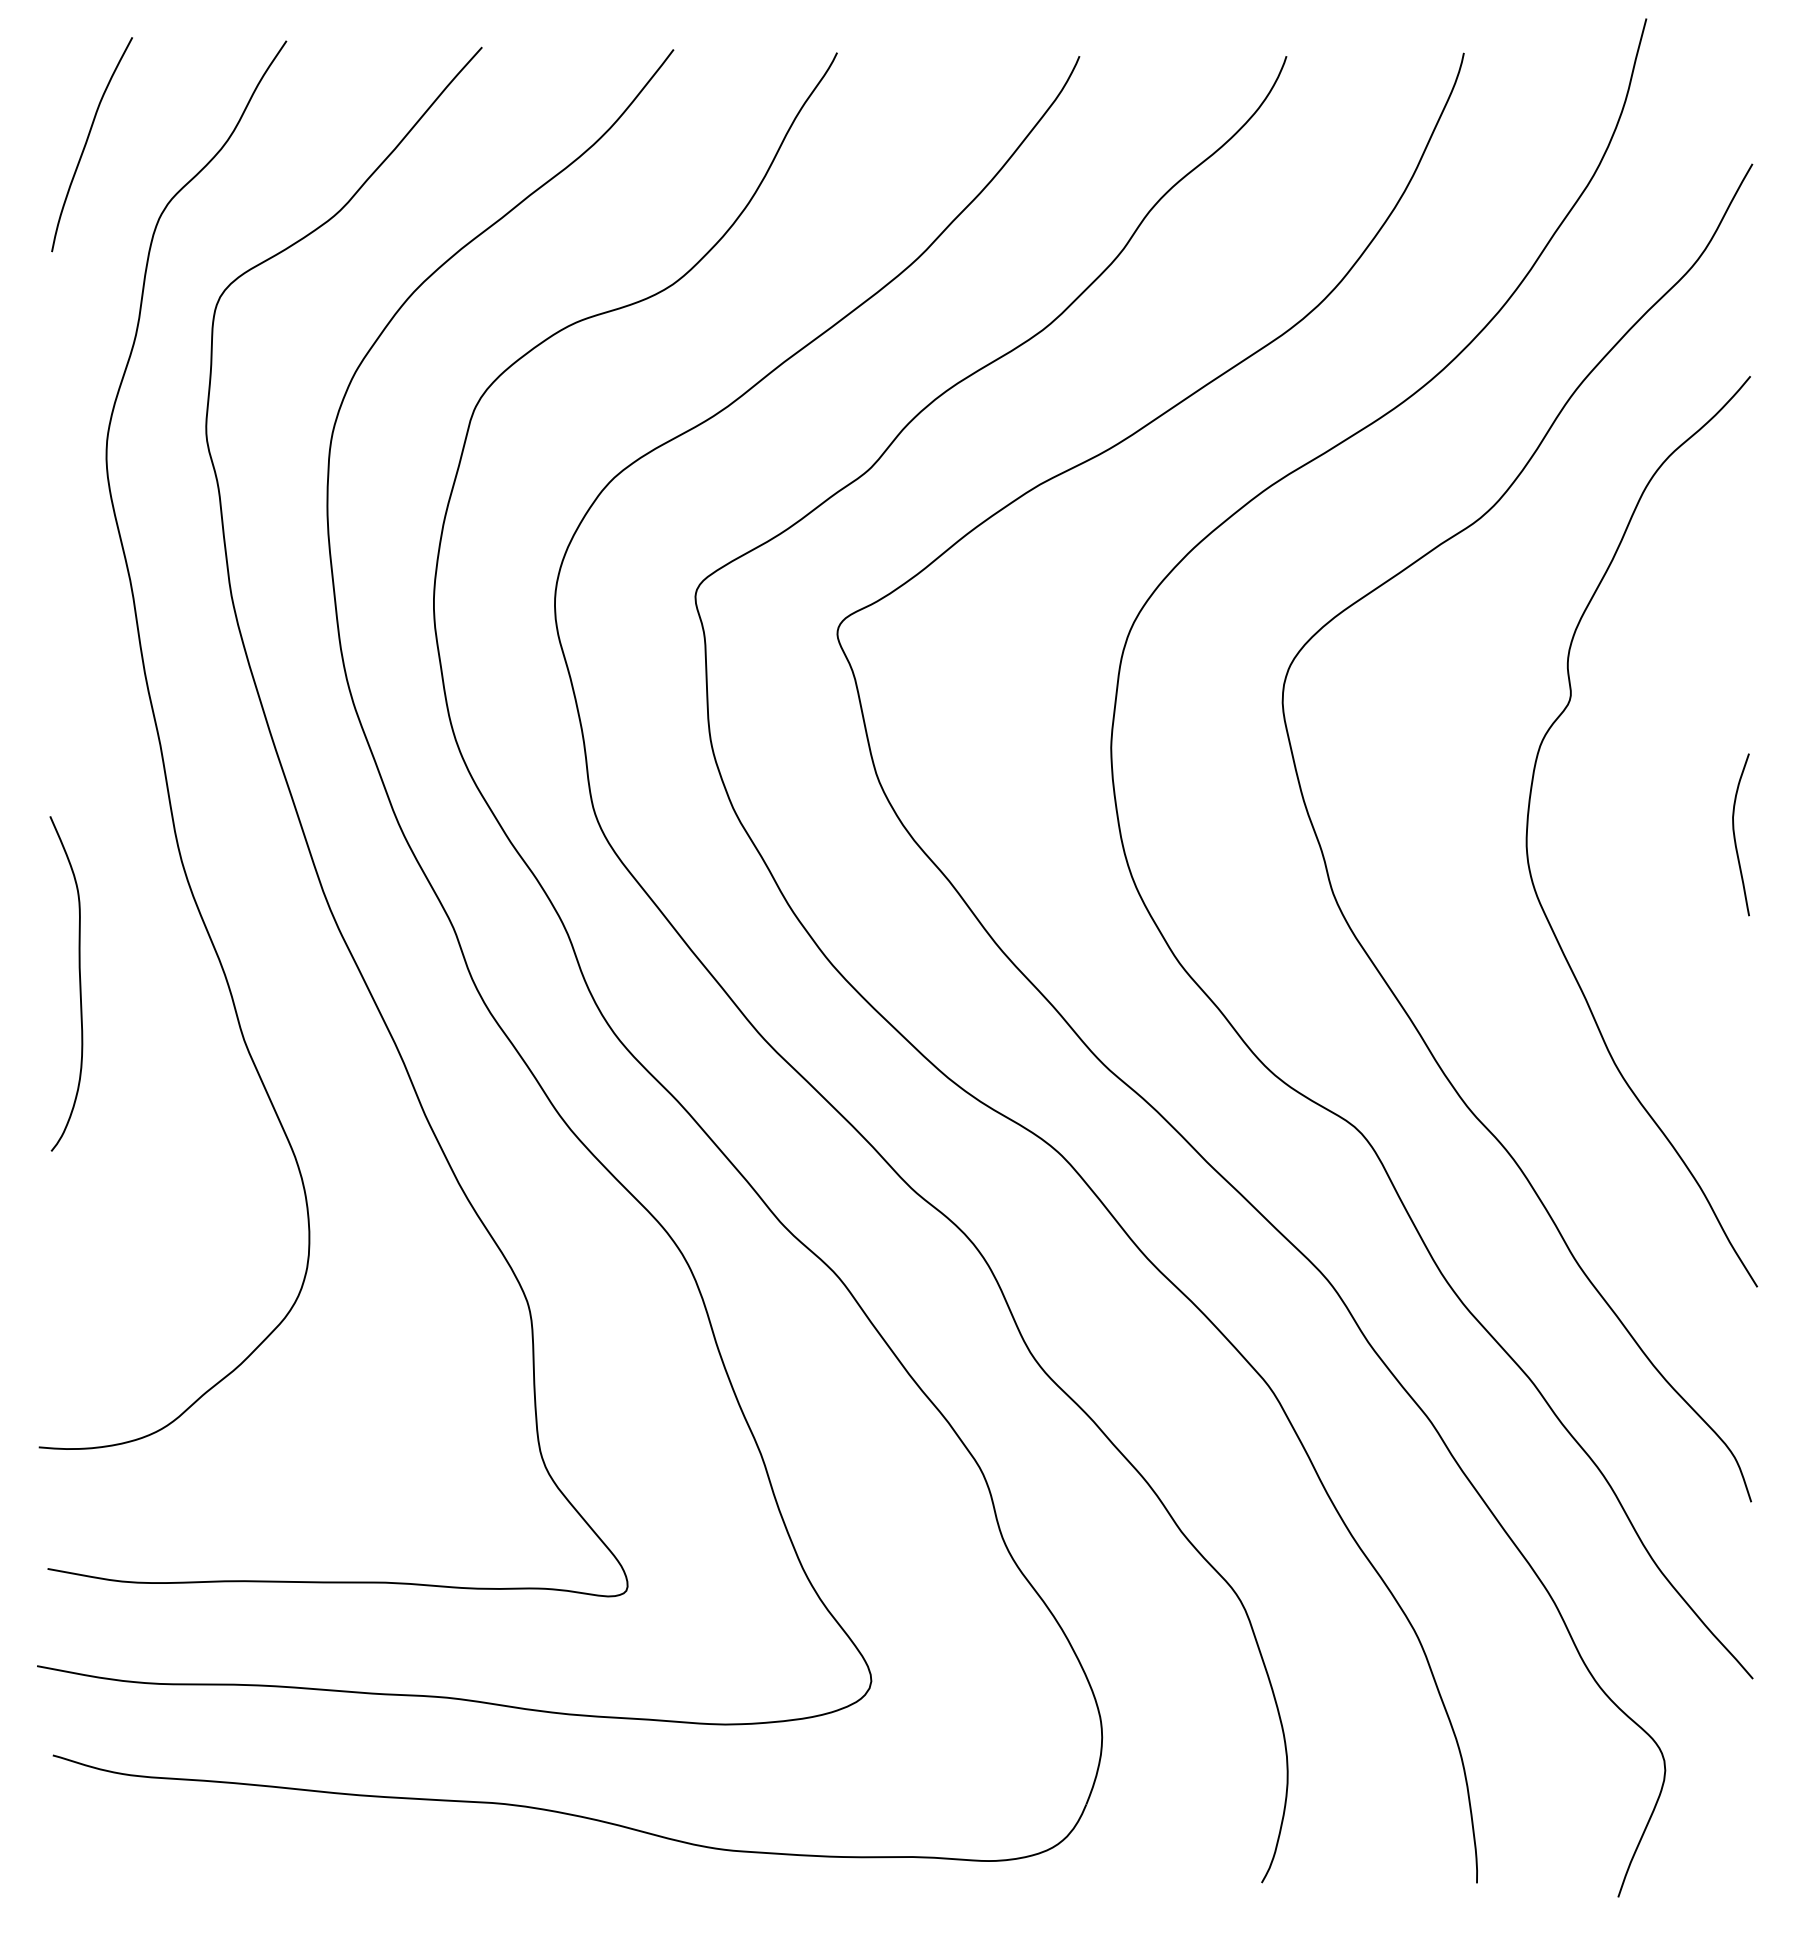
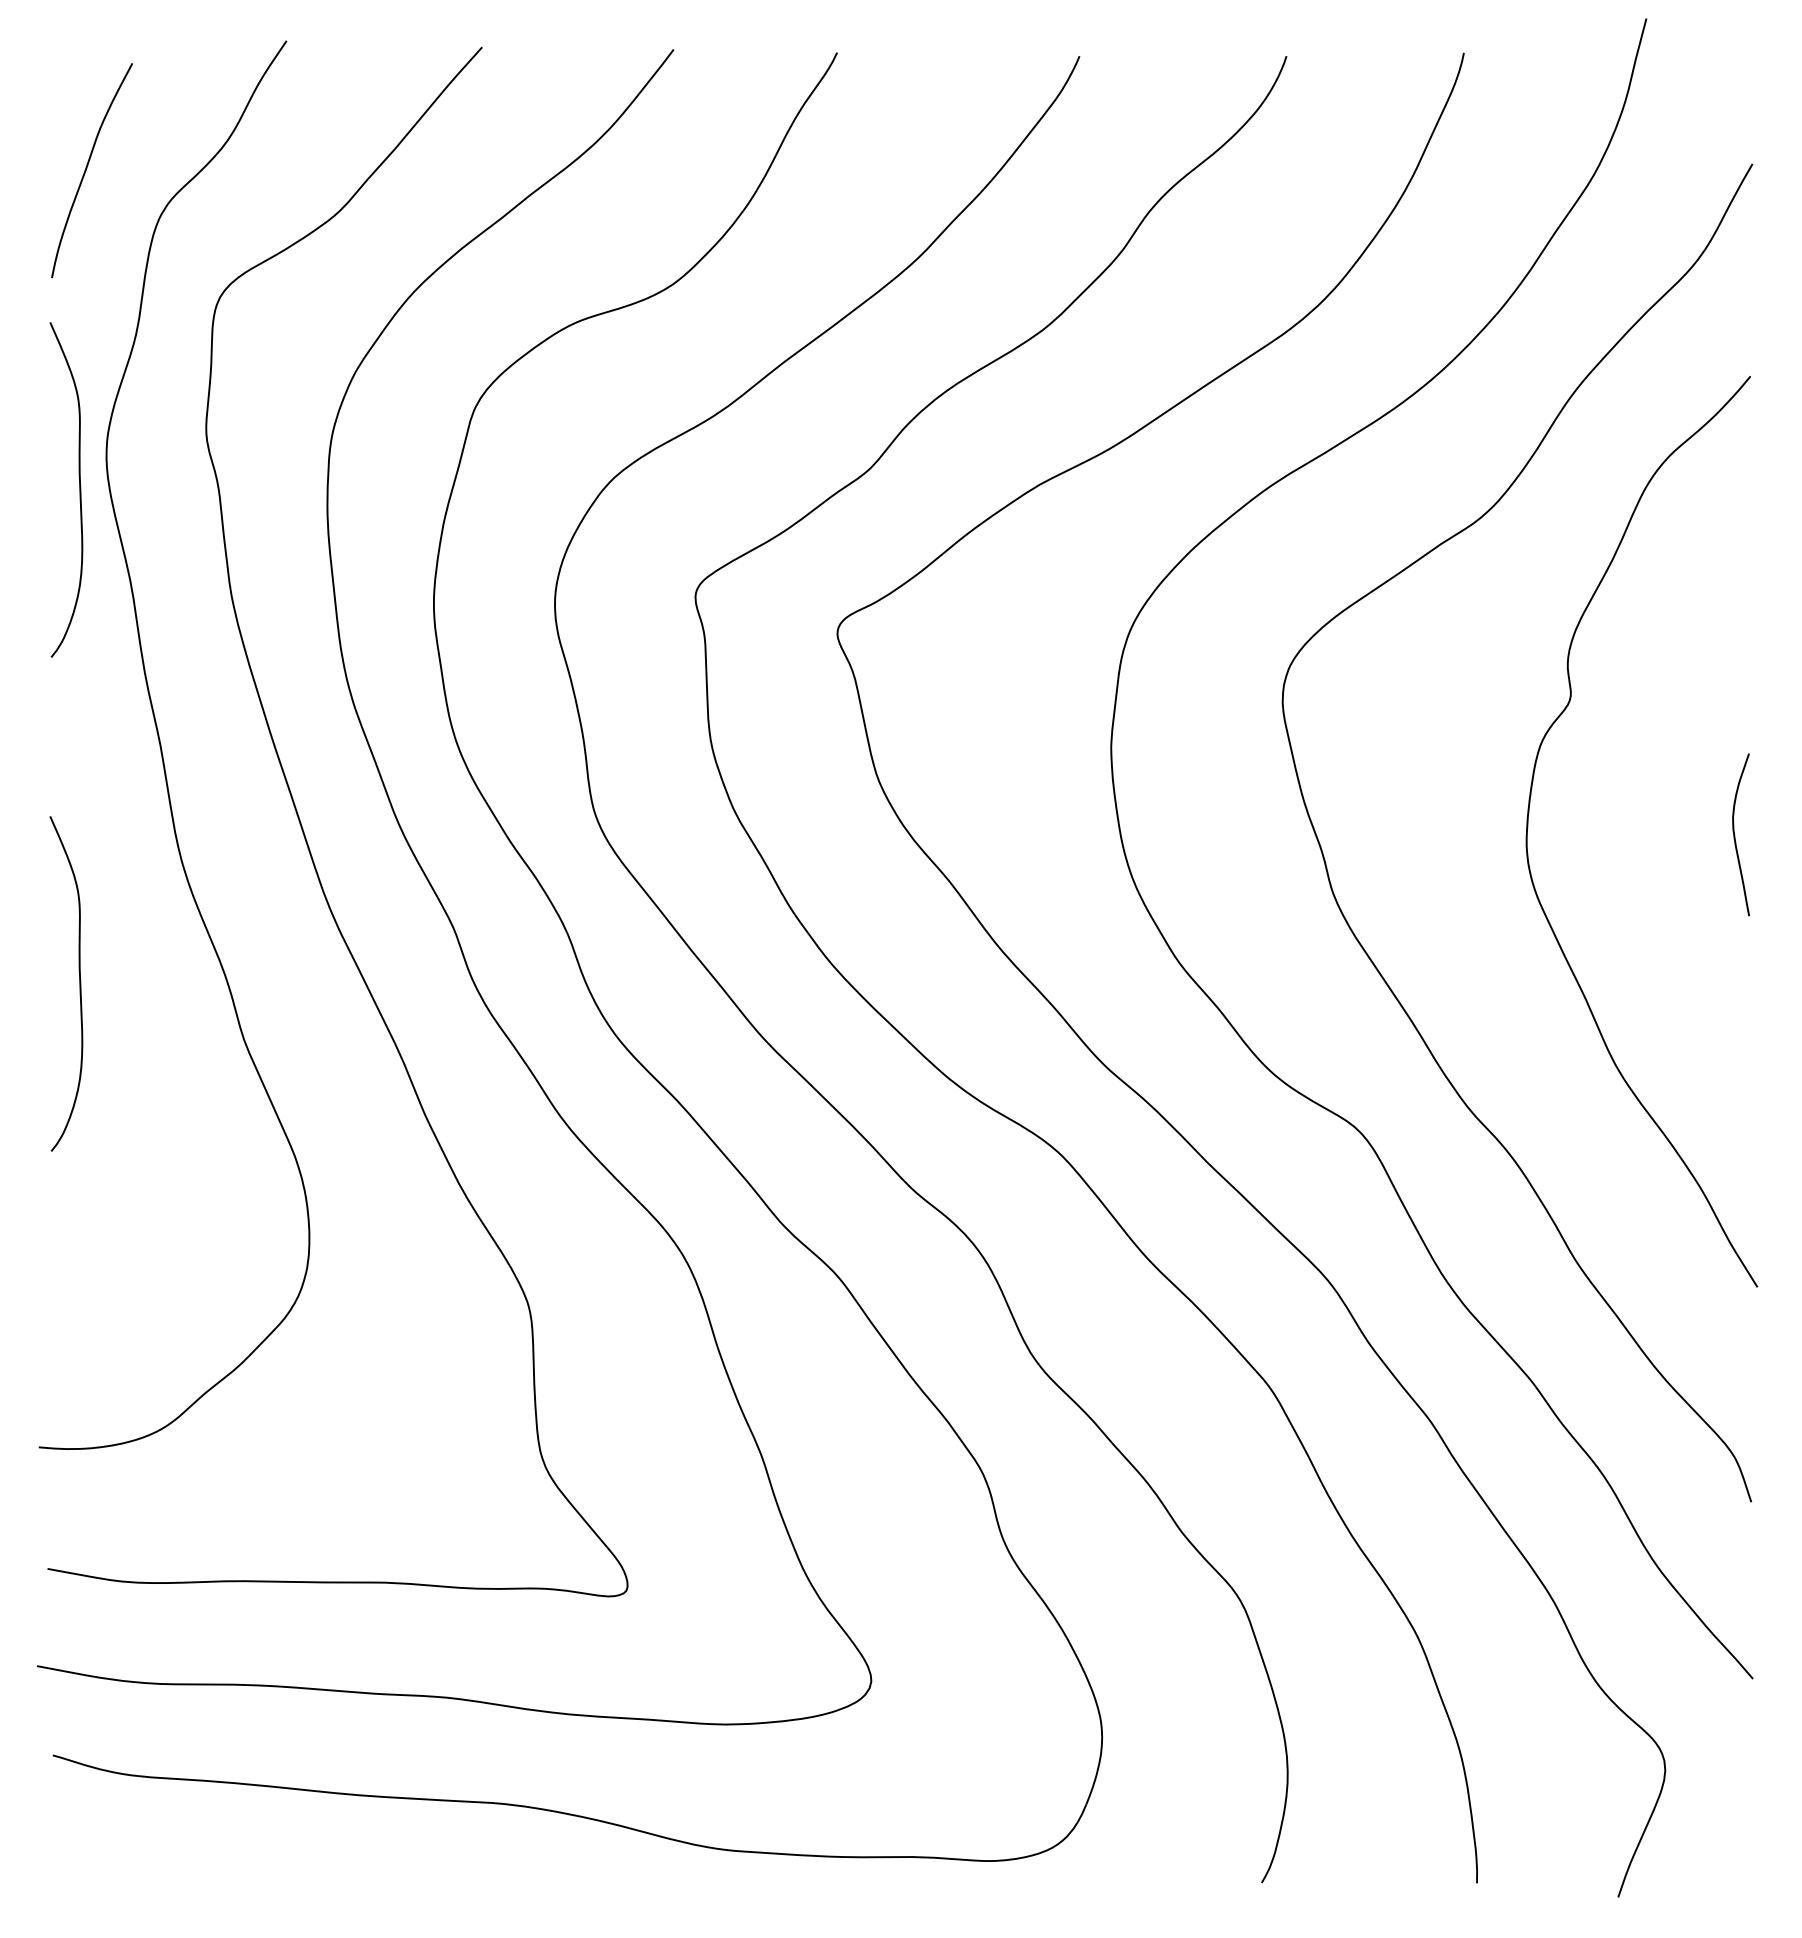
curve at (87, 142) position: (87, 142) -> (87, 168)
curve at (79, 489): none -> present
